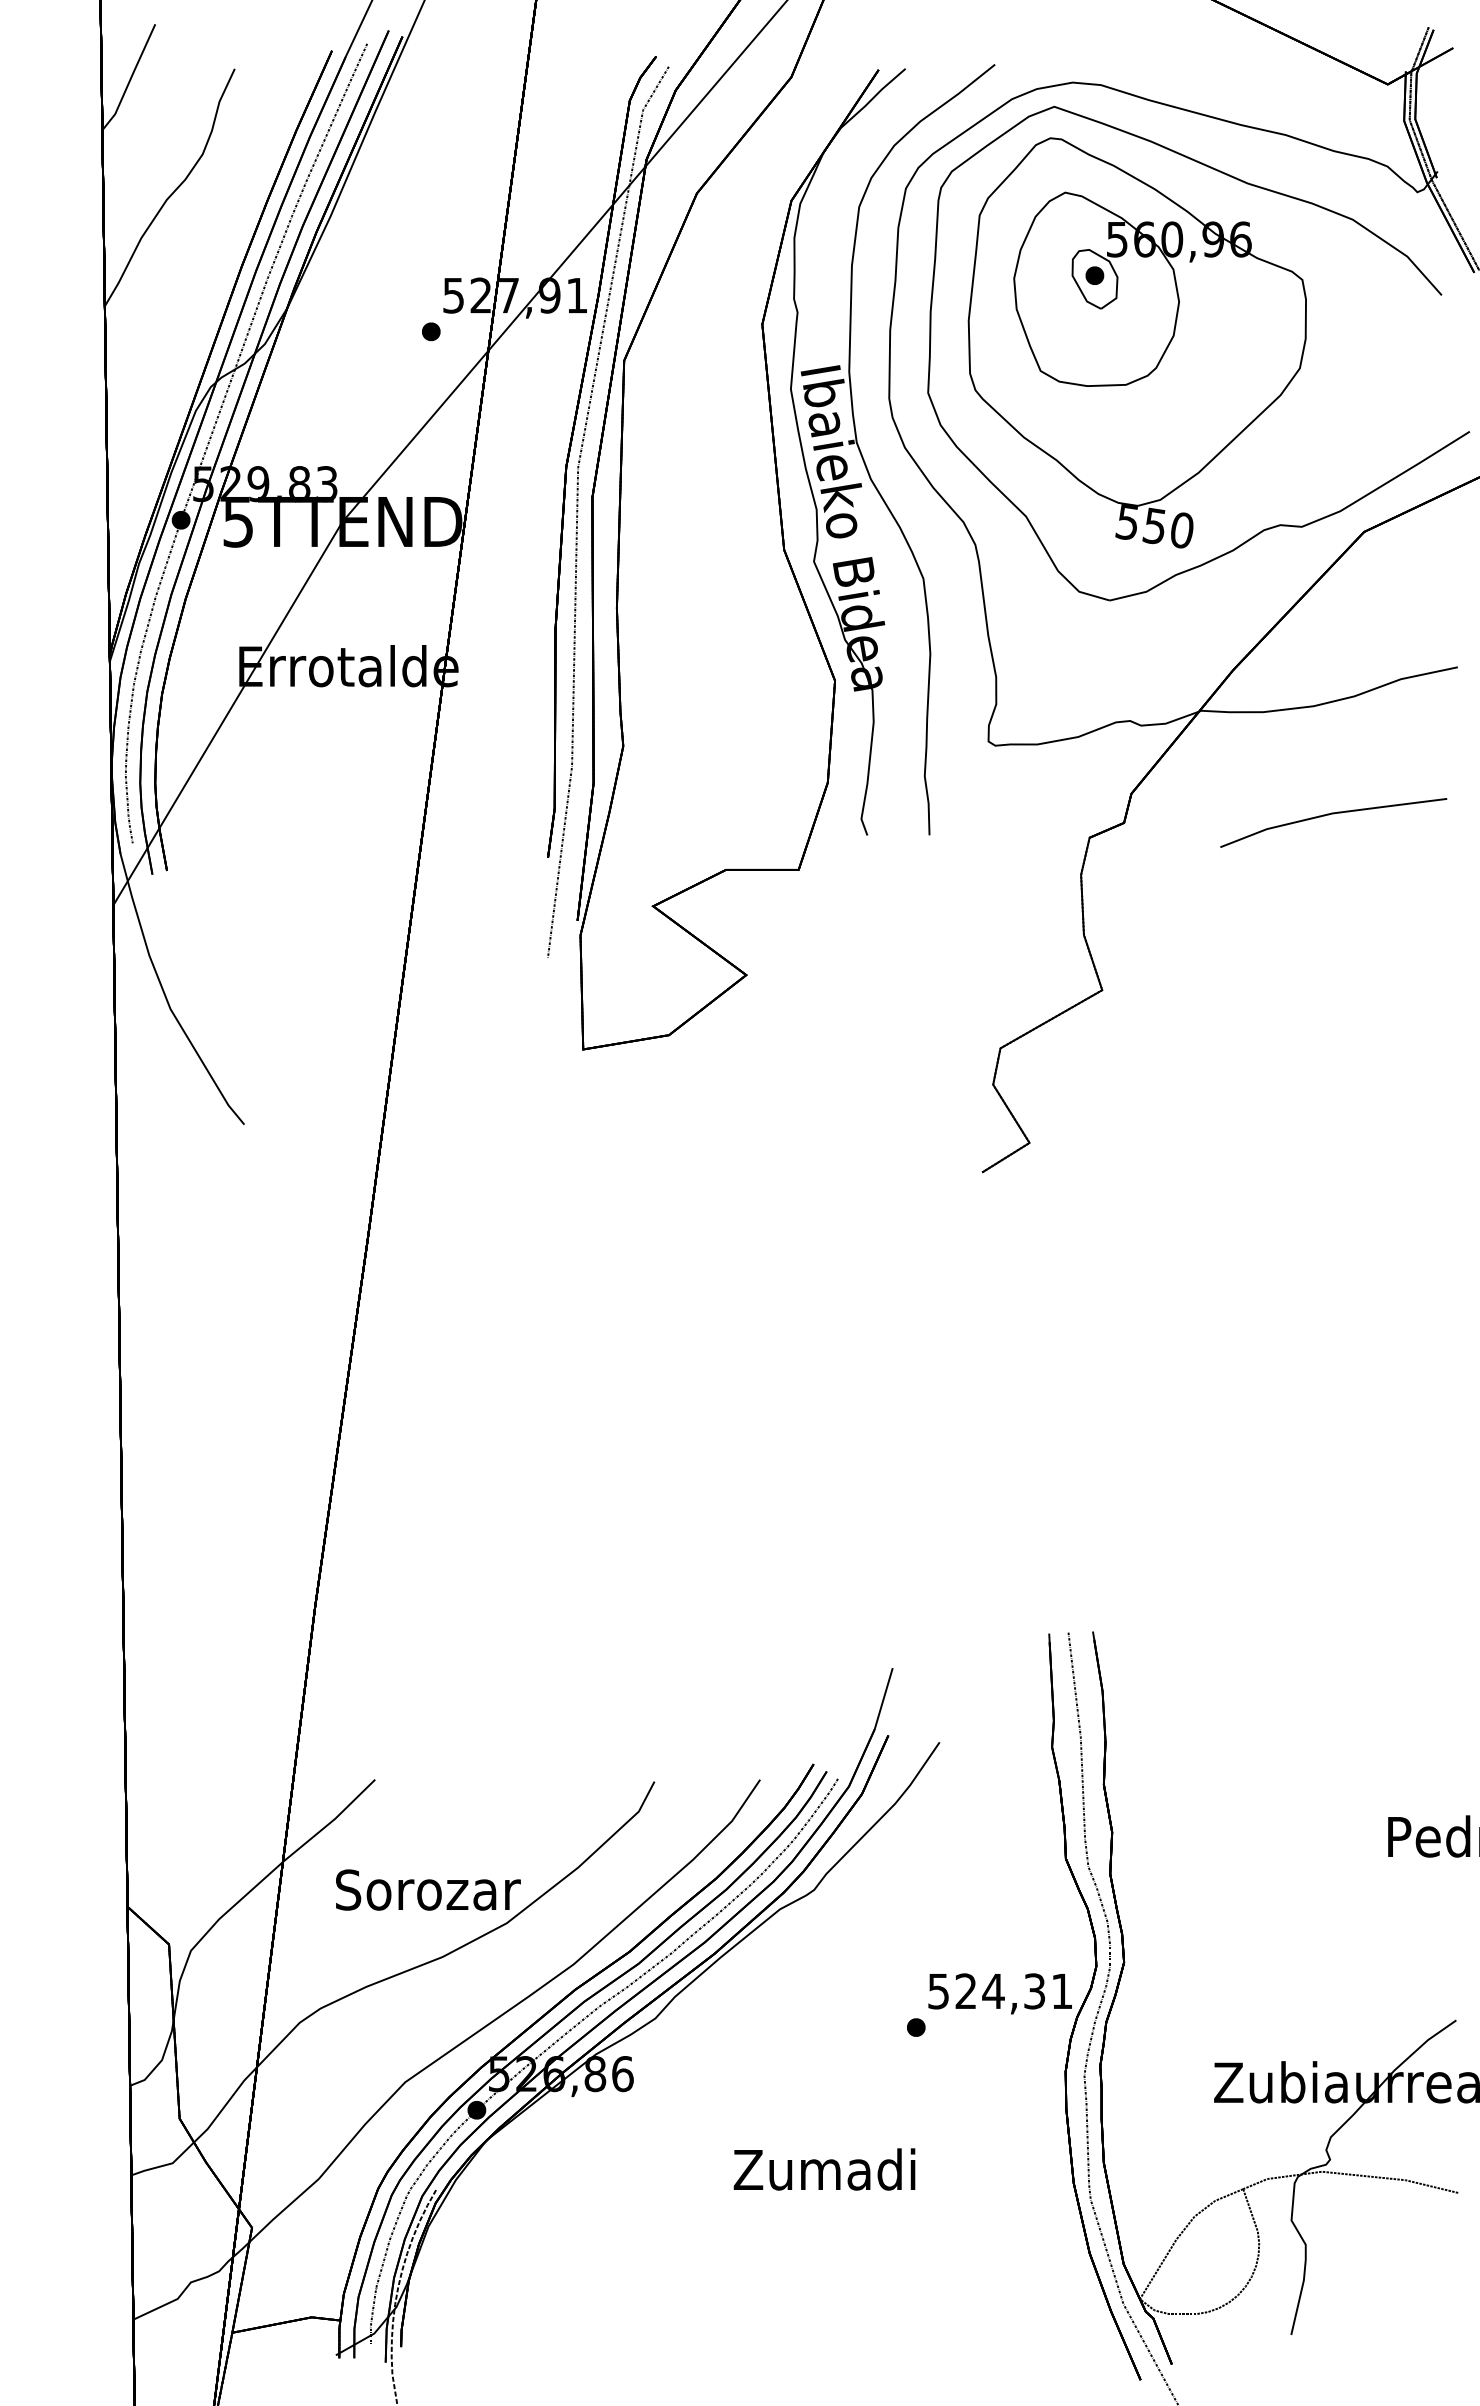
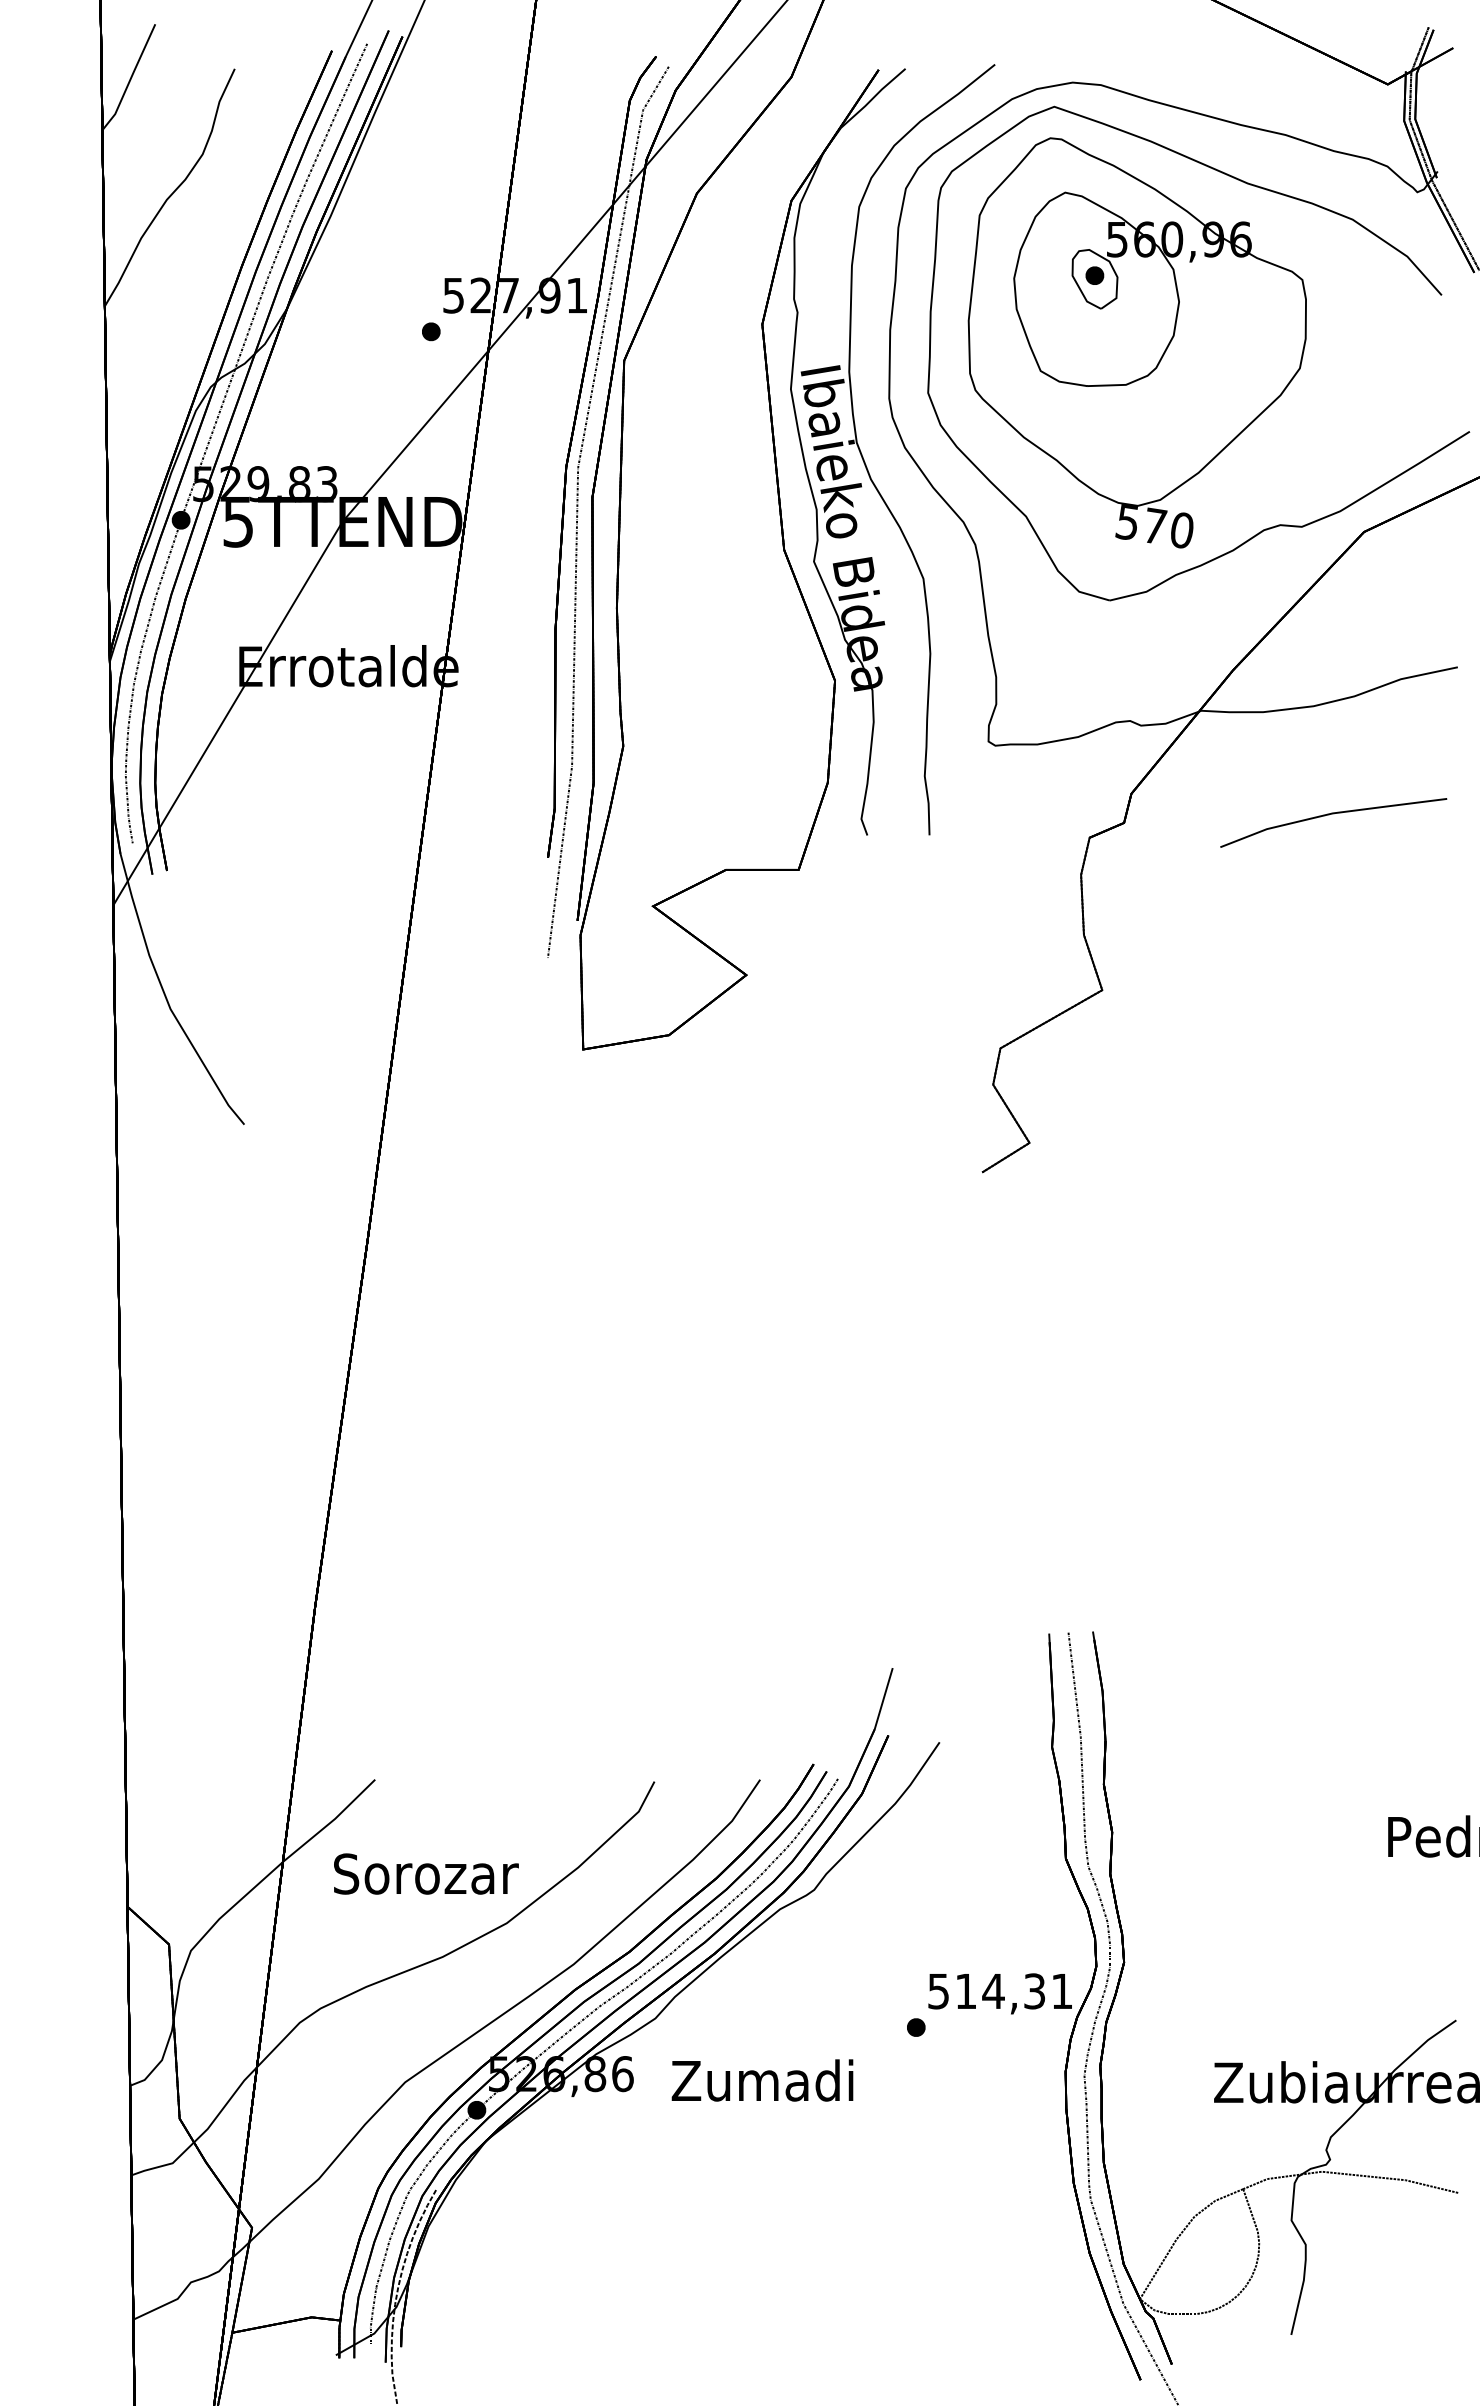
text at (1154, 525): 550 -> 570
text at (428, 1889) position: (428, 1889) -> (426, 1873)
text at (965, 1990): 524,31 -> 514,31
text at (824, 2169) position: (824, 2169) -> (762, 2080)
